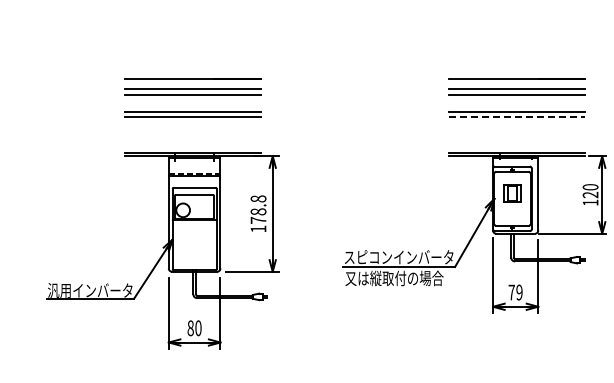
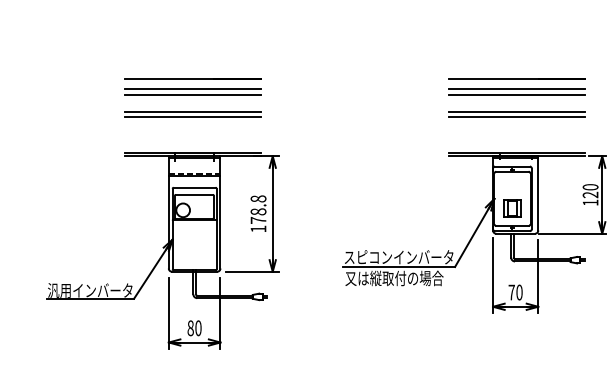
line at (516, 117): dashed -> solid
part at (512, 193) position: (512, 193) -> (512, 208)
text at (519, 292): 79 -> 70
